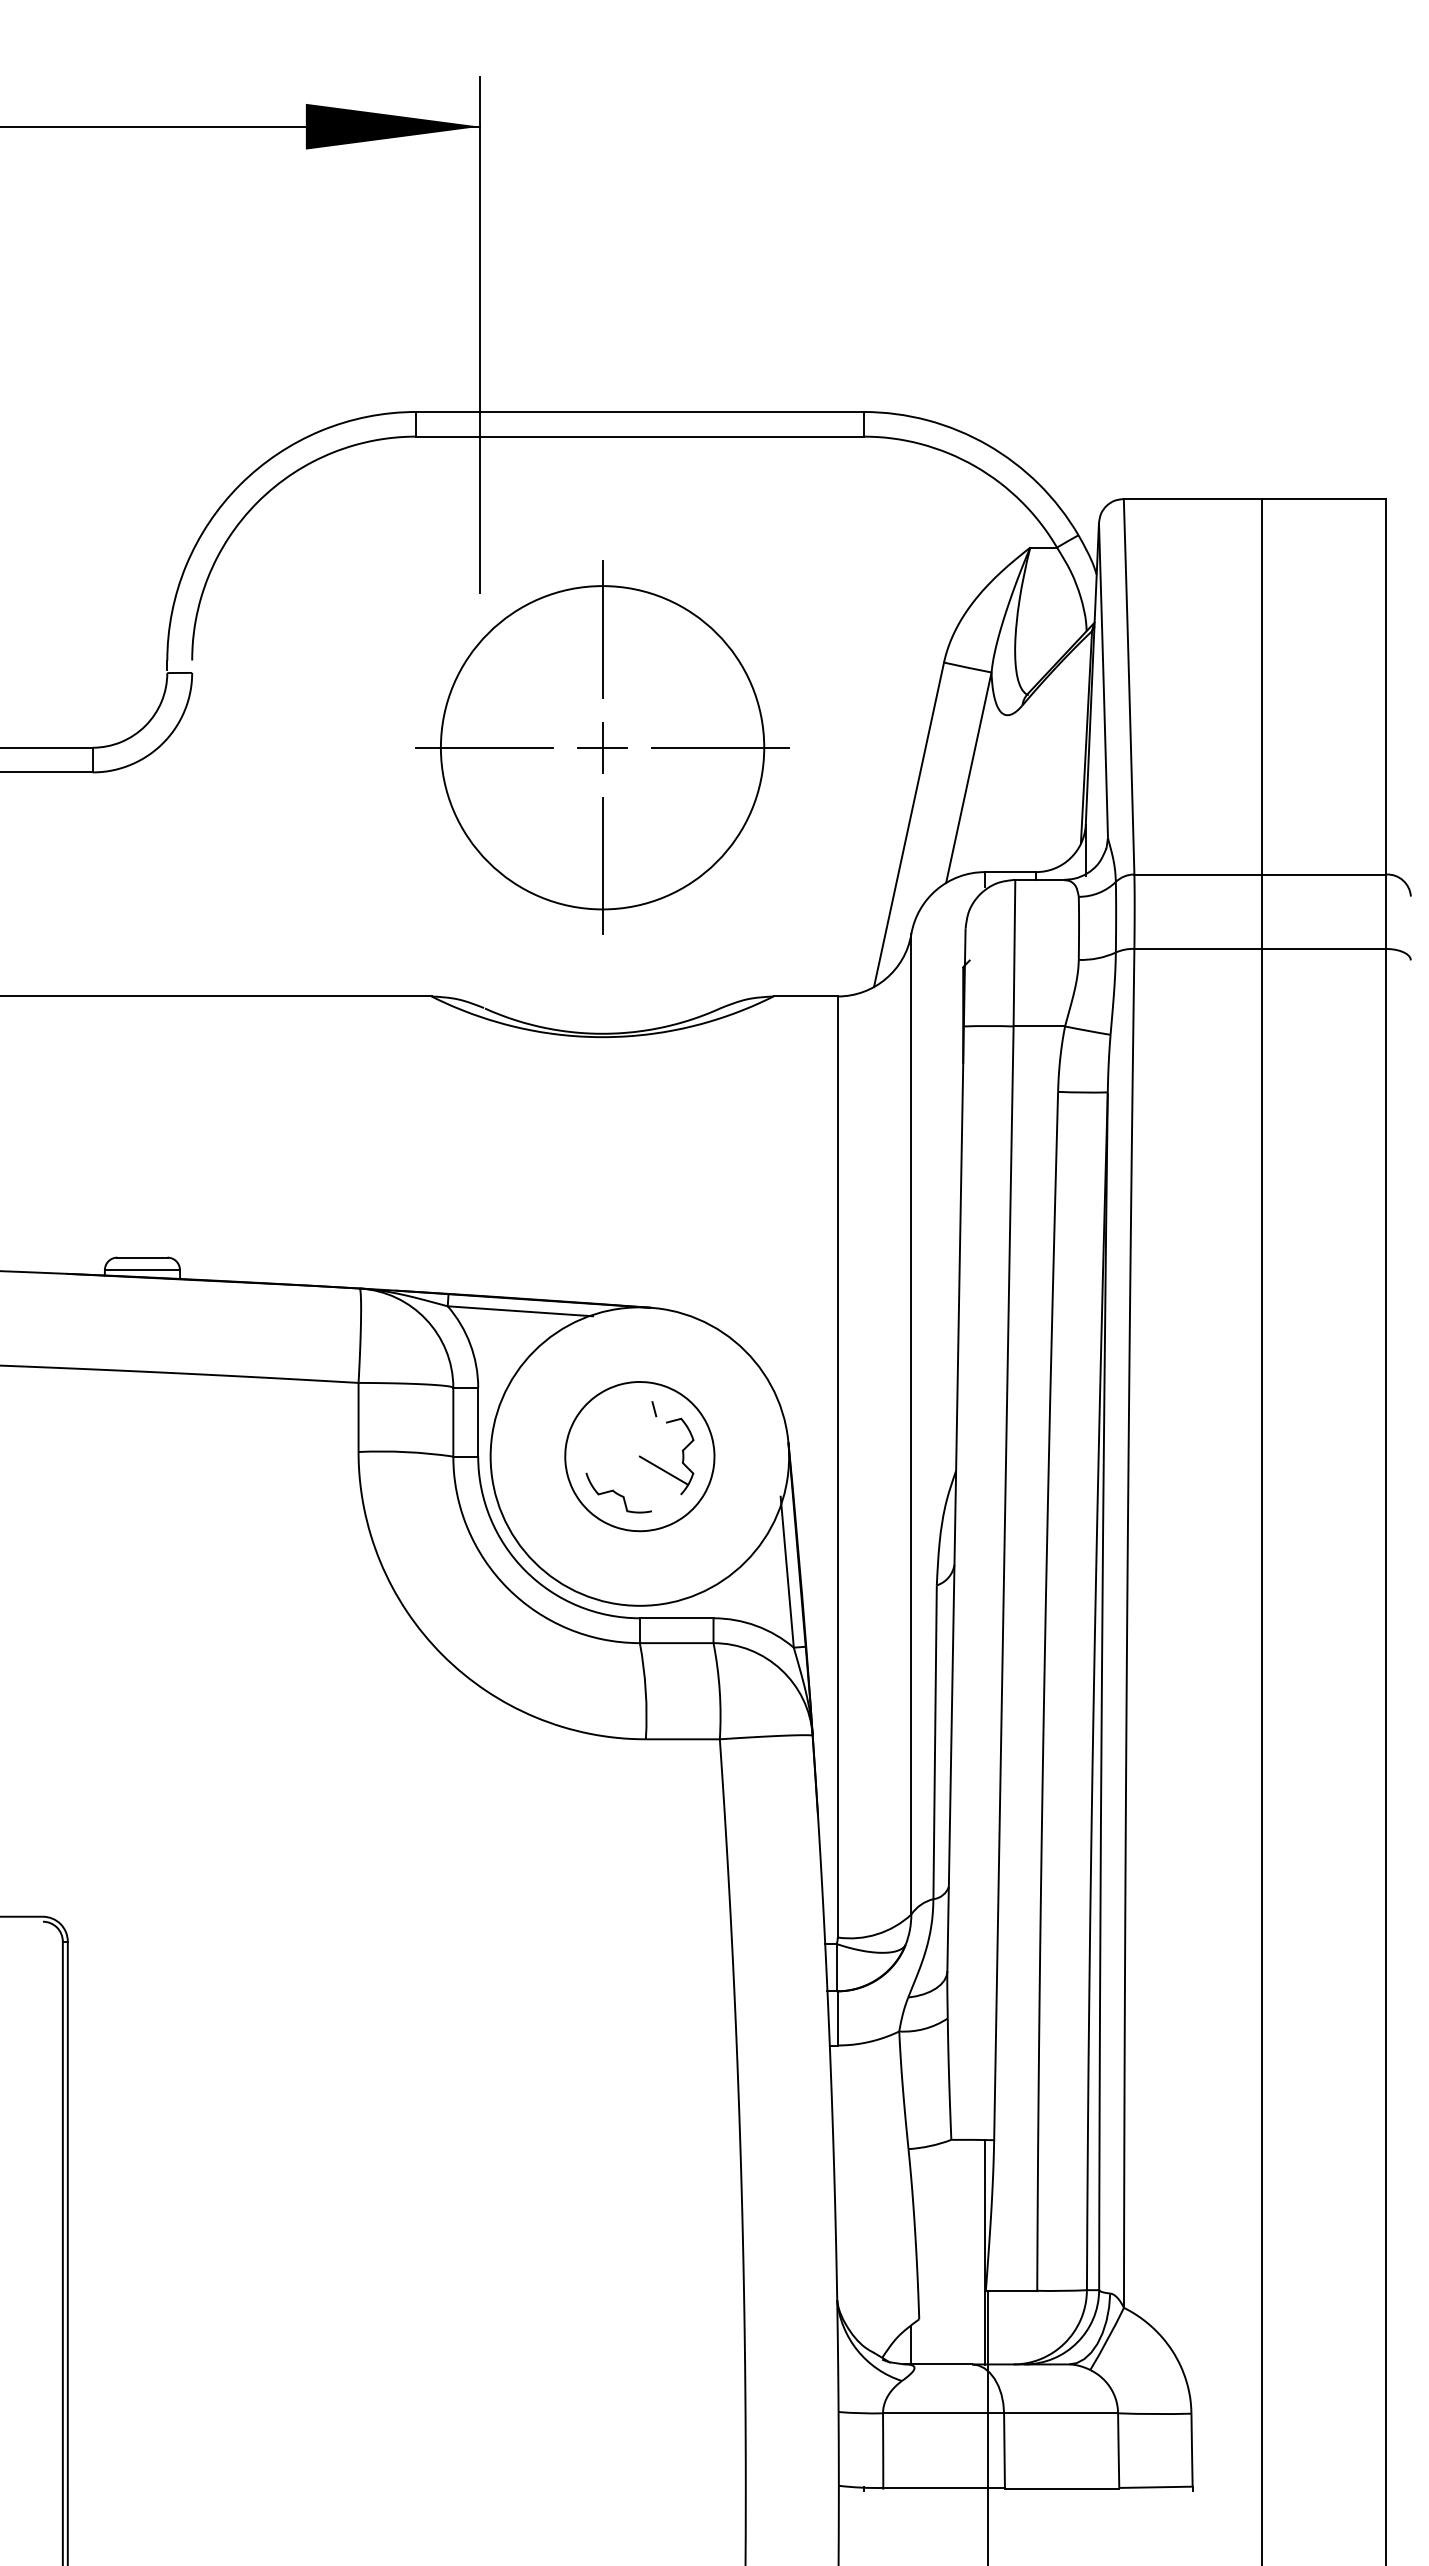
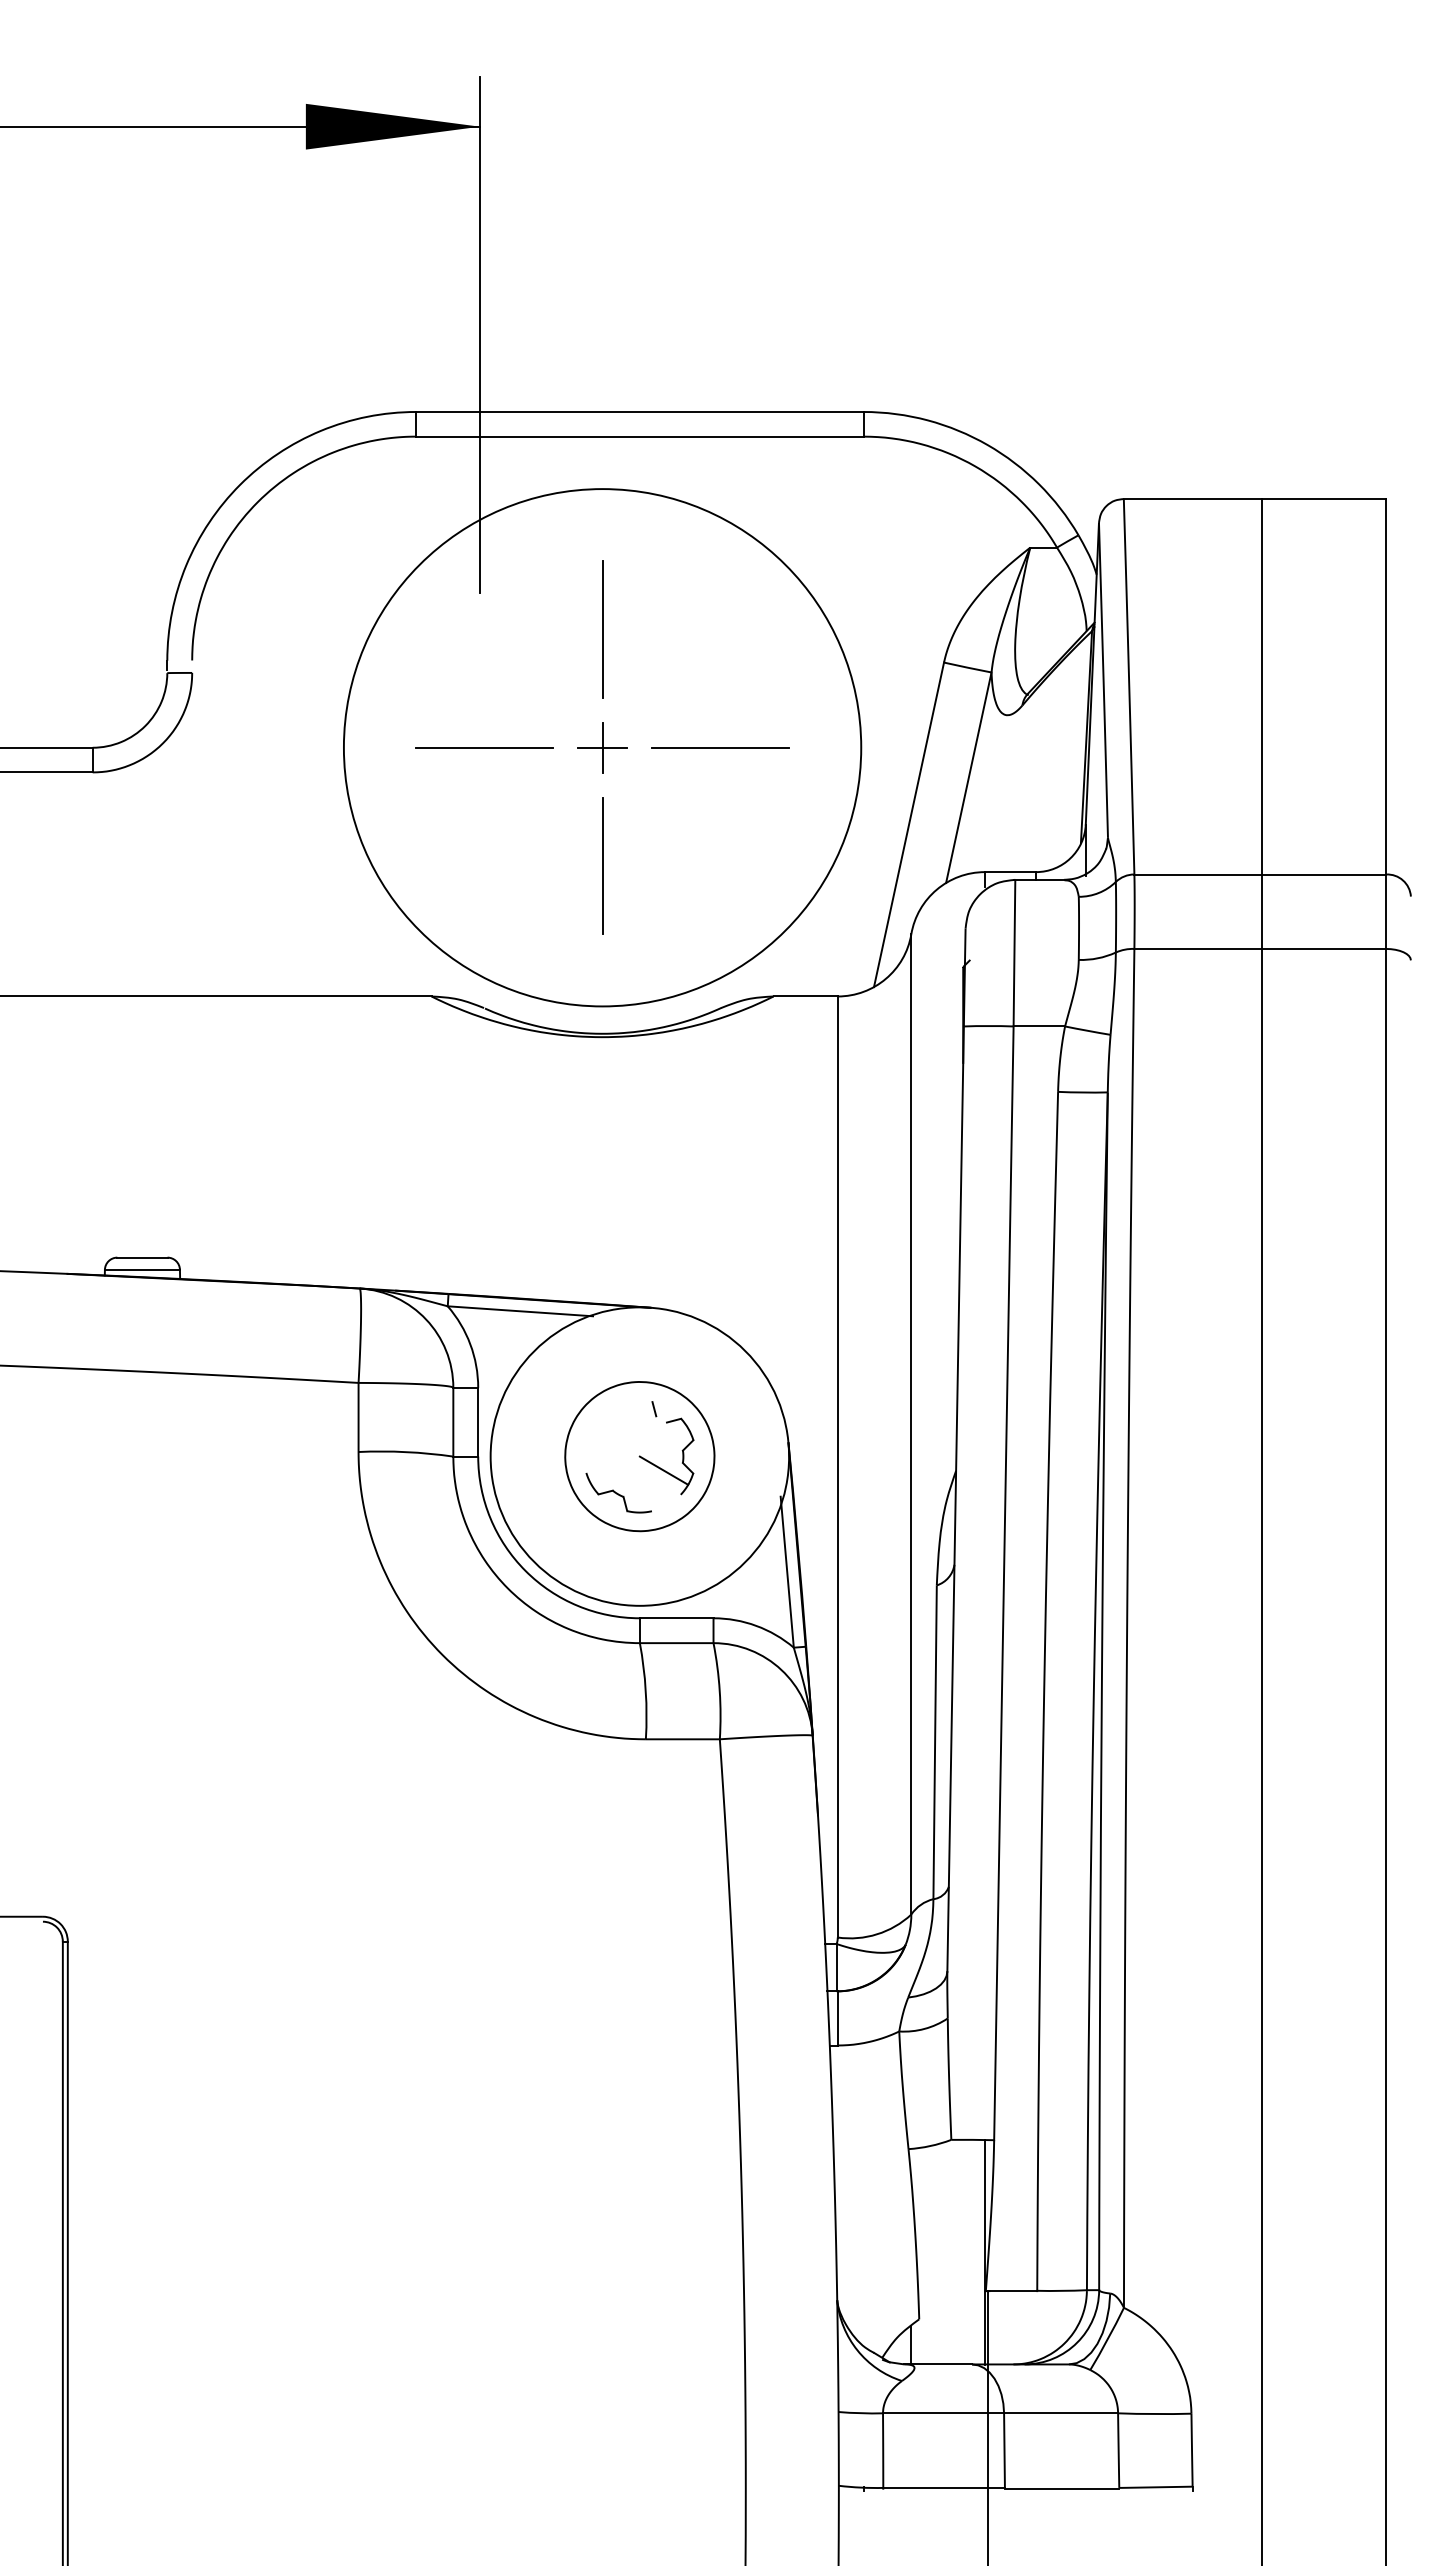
circle at (602, 747) diameter: 323 px -> 517 px
